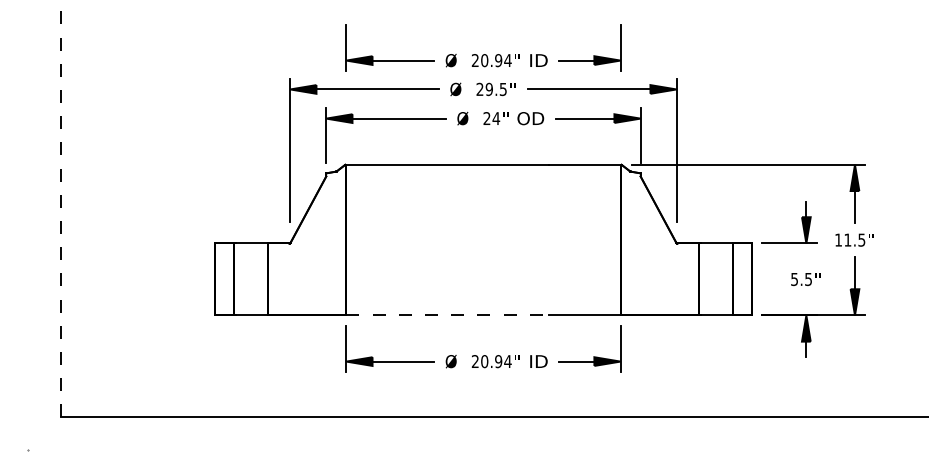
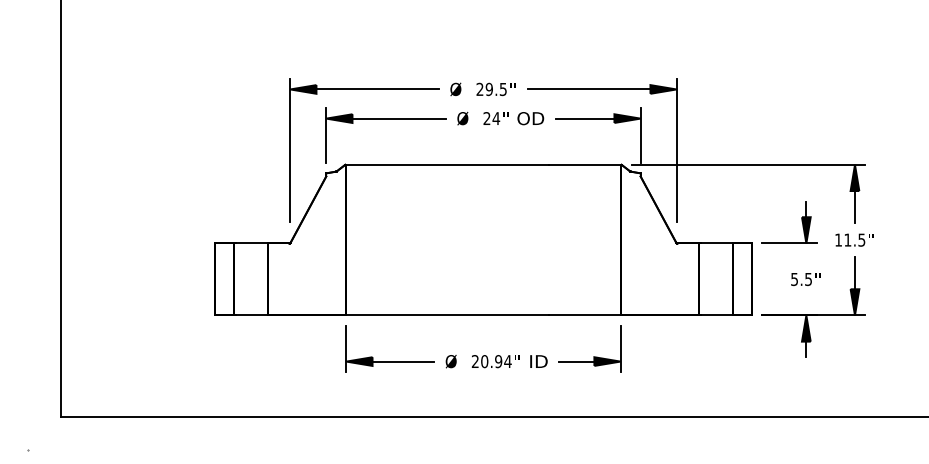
part at (483, 54): present -> none
line at (60, 208): dashed -> solid
line at (448, 315): dashed -> solid
